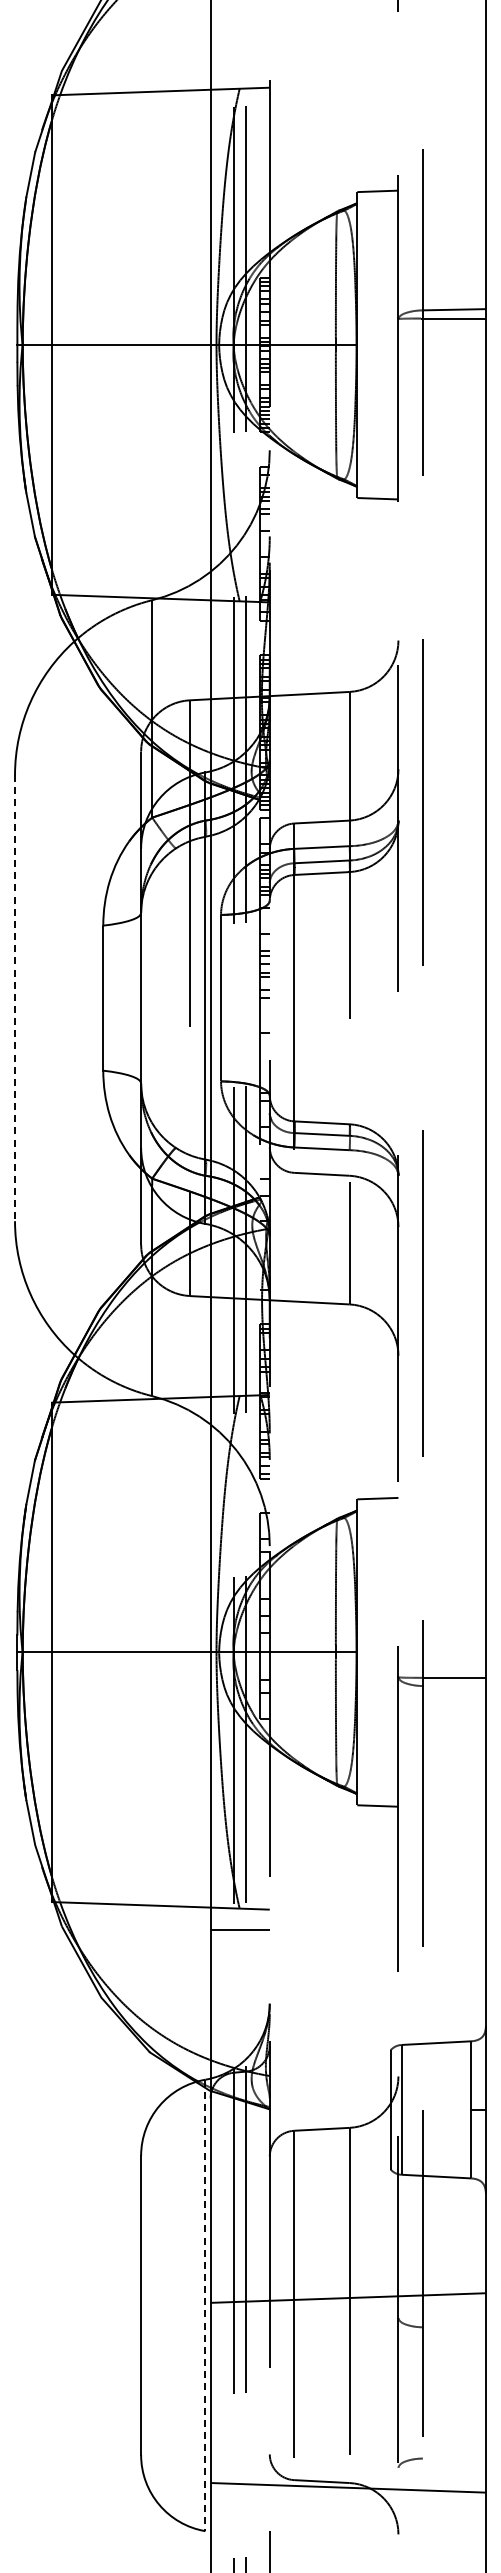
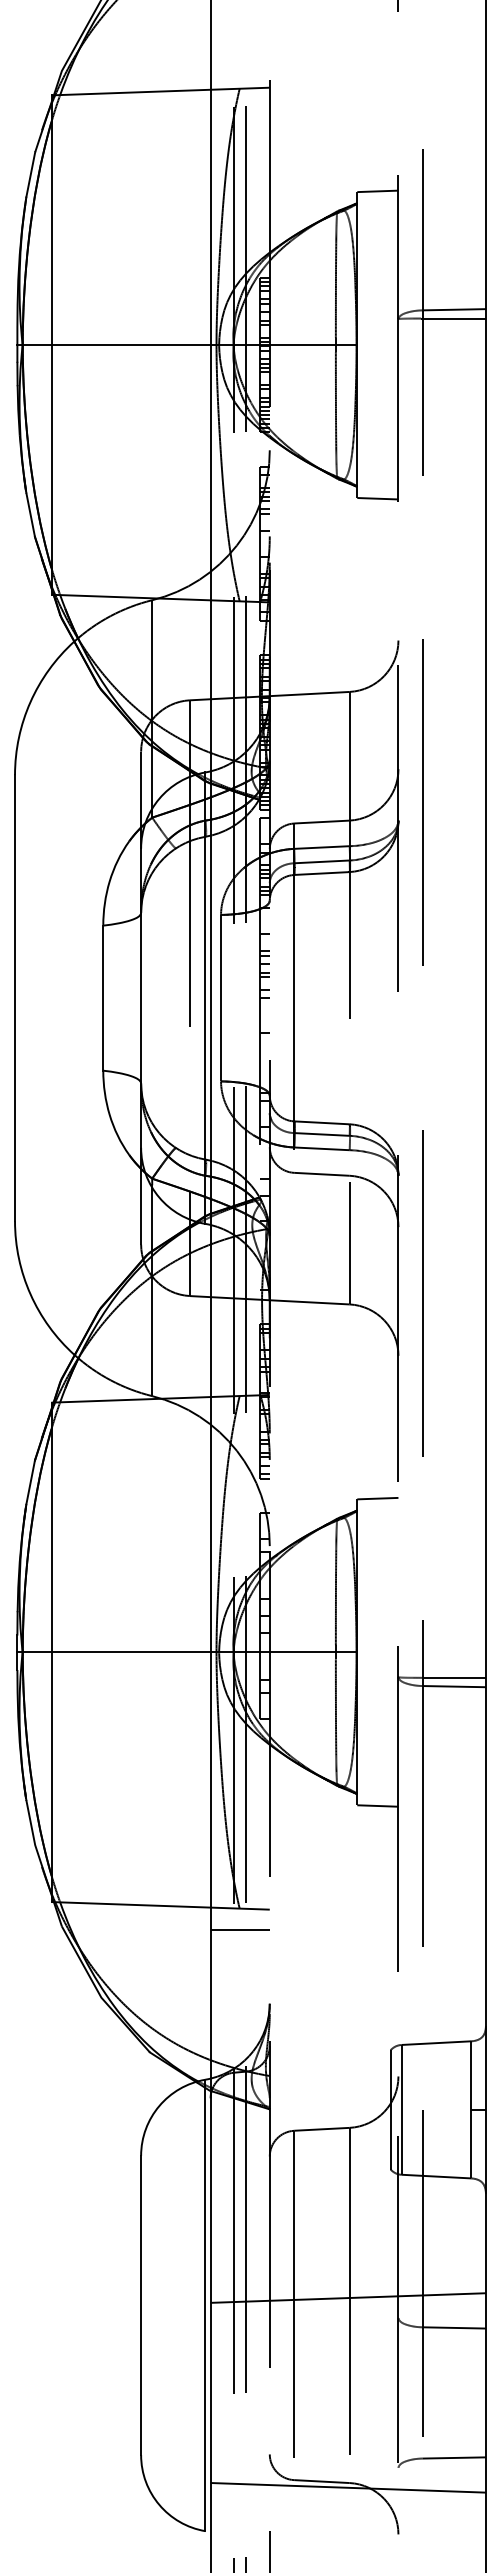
line at (15, 998): dashed -> solid
line at (453, 1686): none -> present
line at (205, 2305): dashed -> solid
line at (453, 2327): none -> present
line at (453, 2457): none -> present
